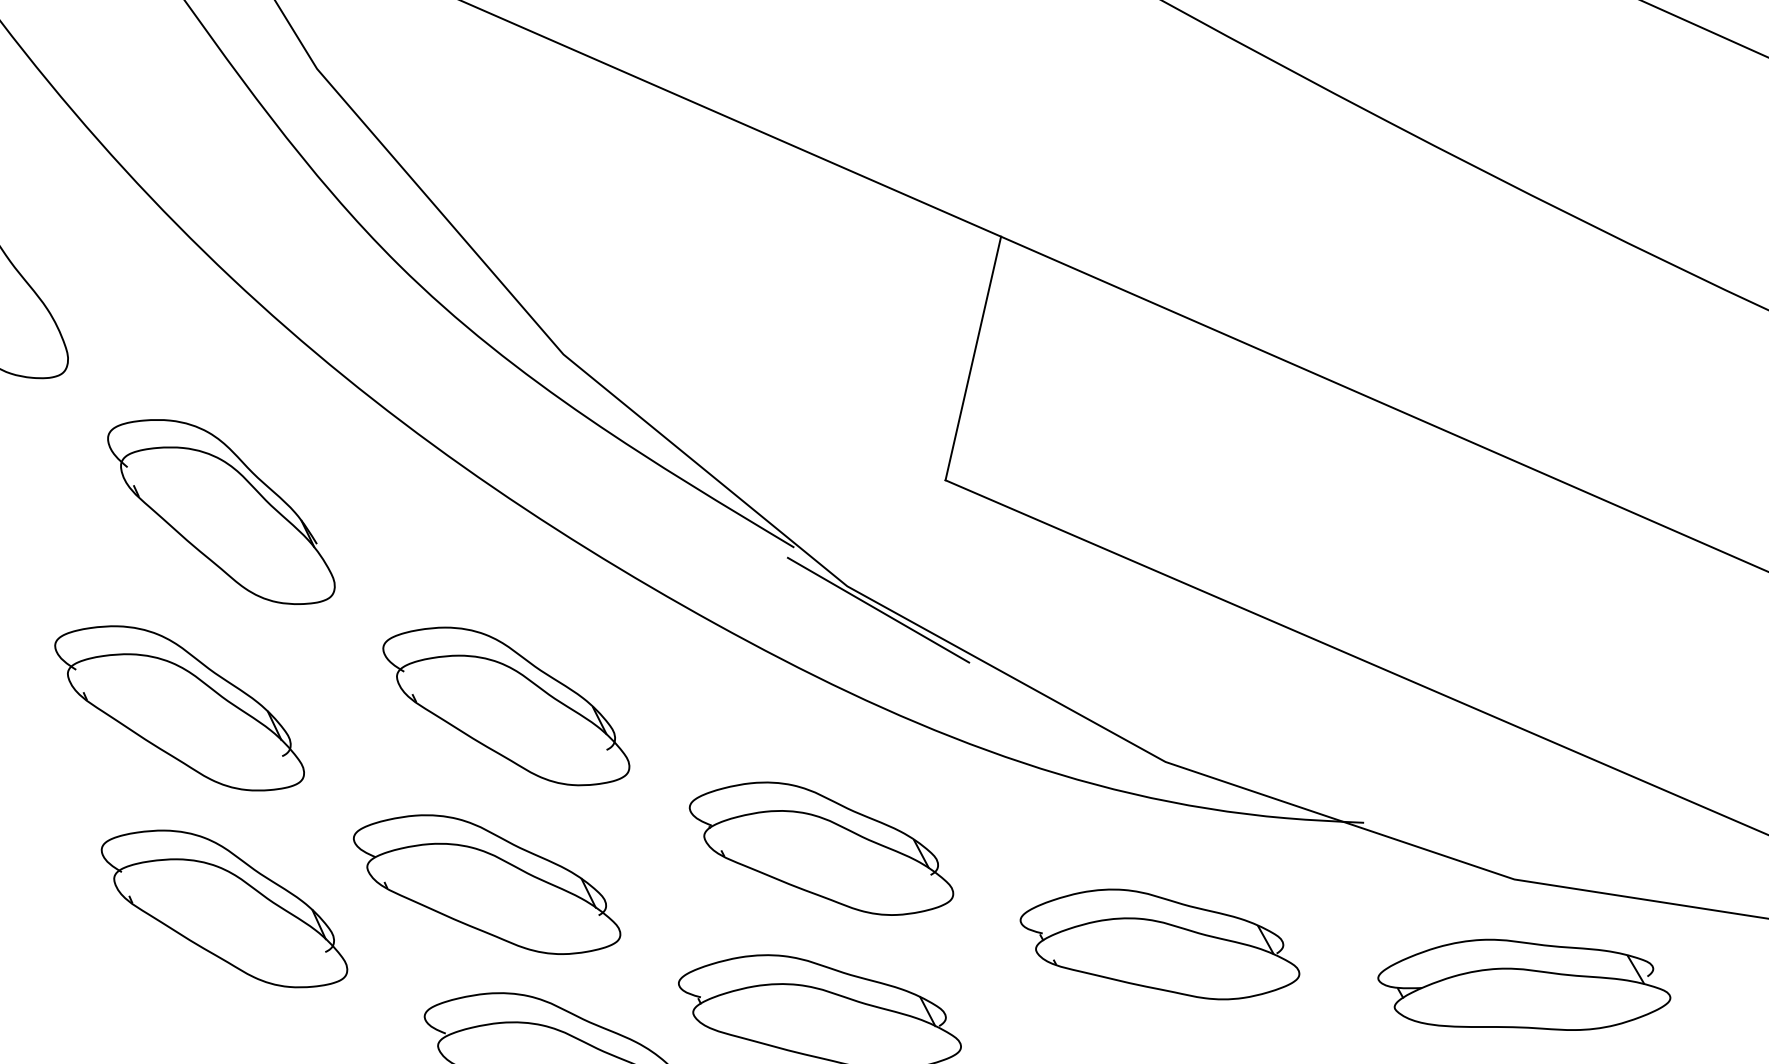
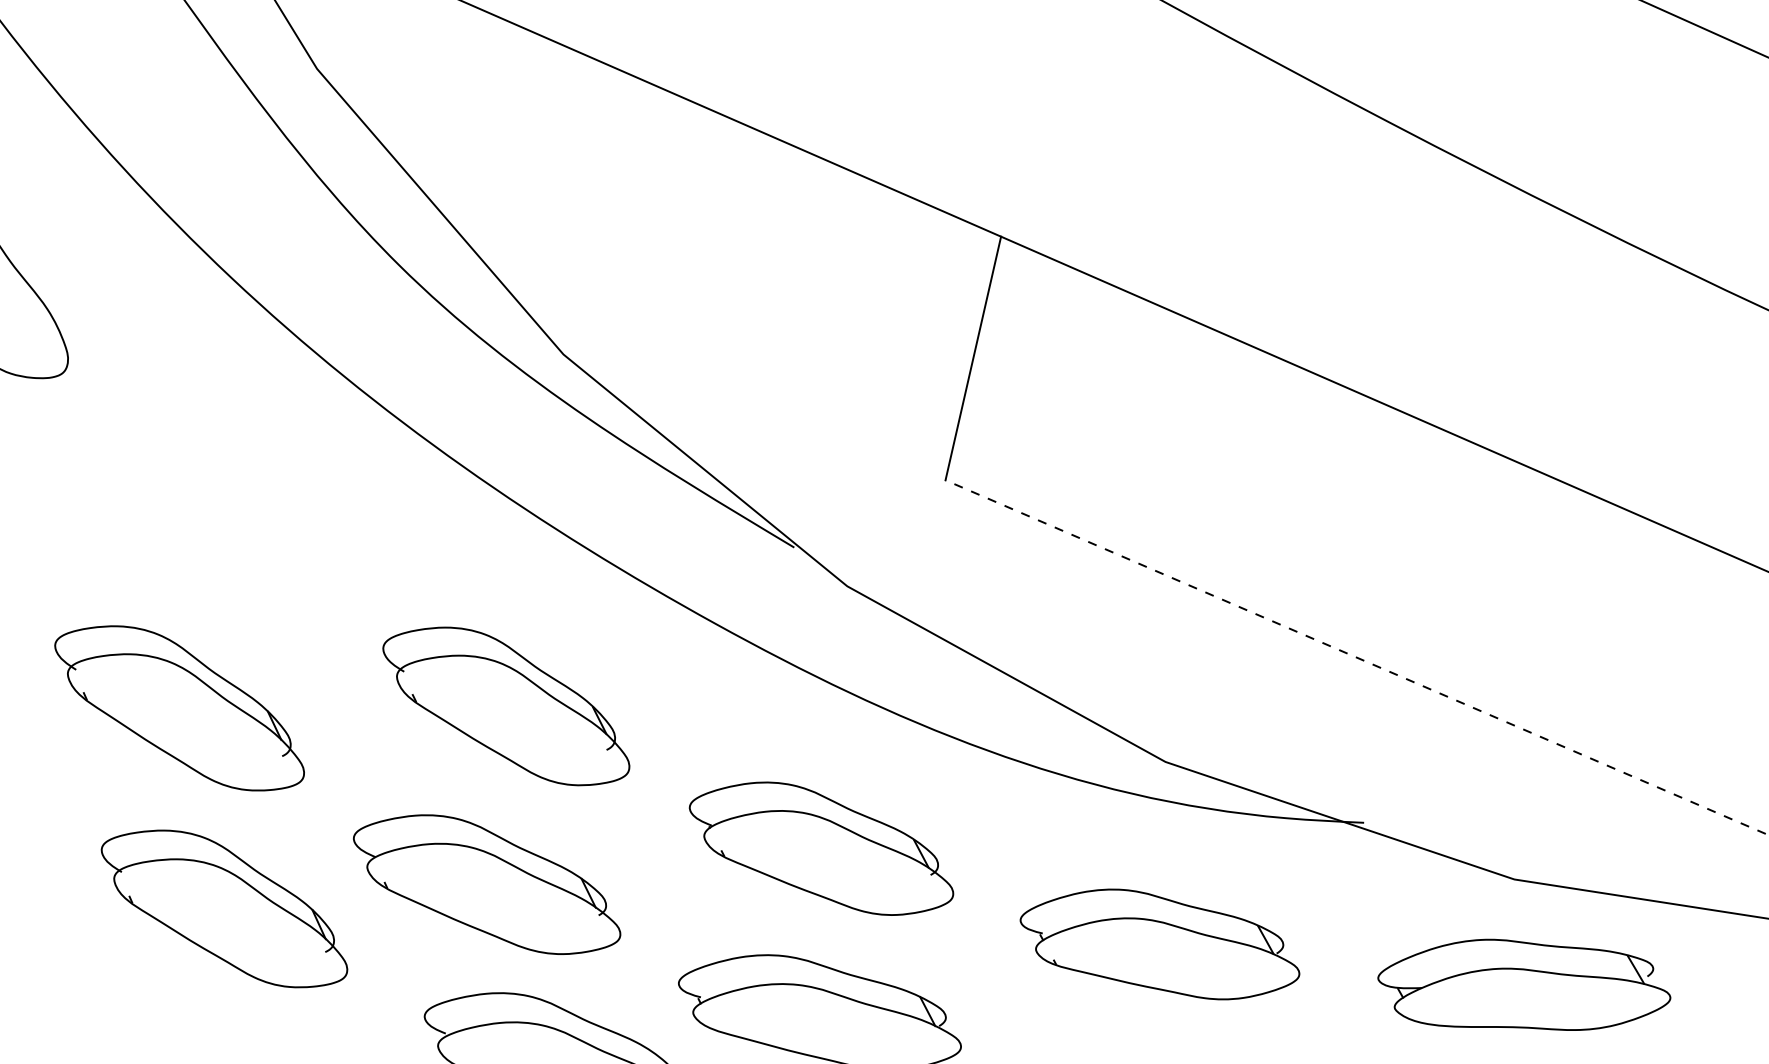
part at (221, 511): present -> none
line at (878, 609): present -> none
line at (1356, 657): solid -> dashed
